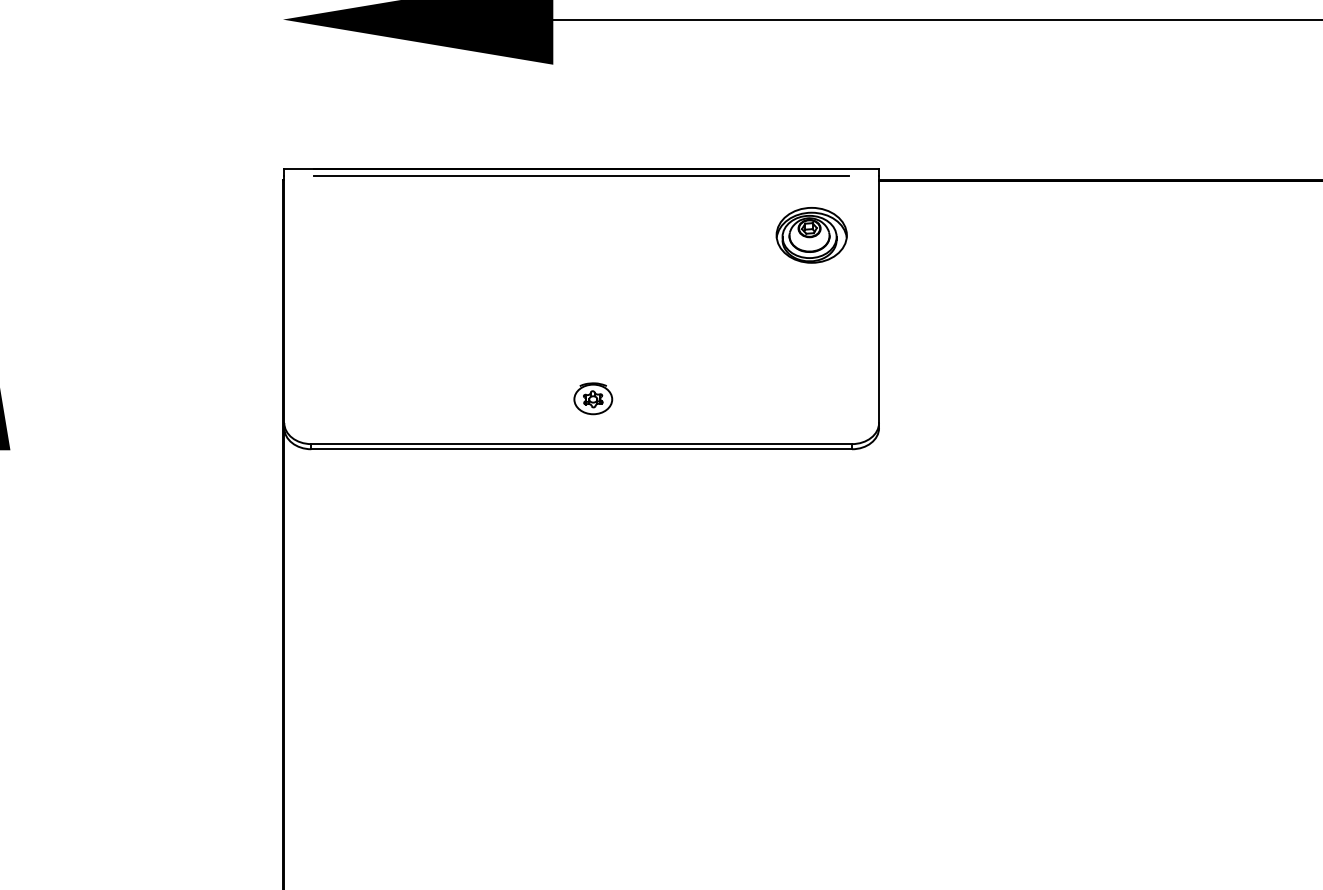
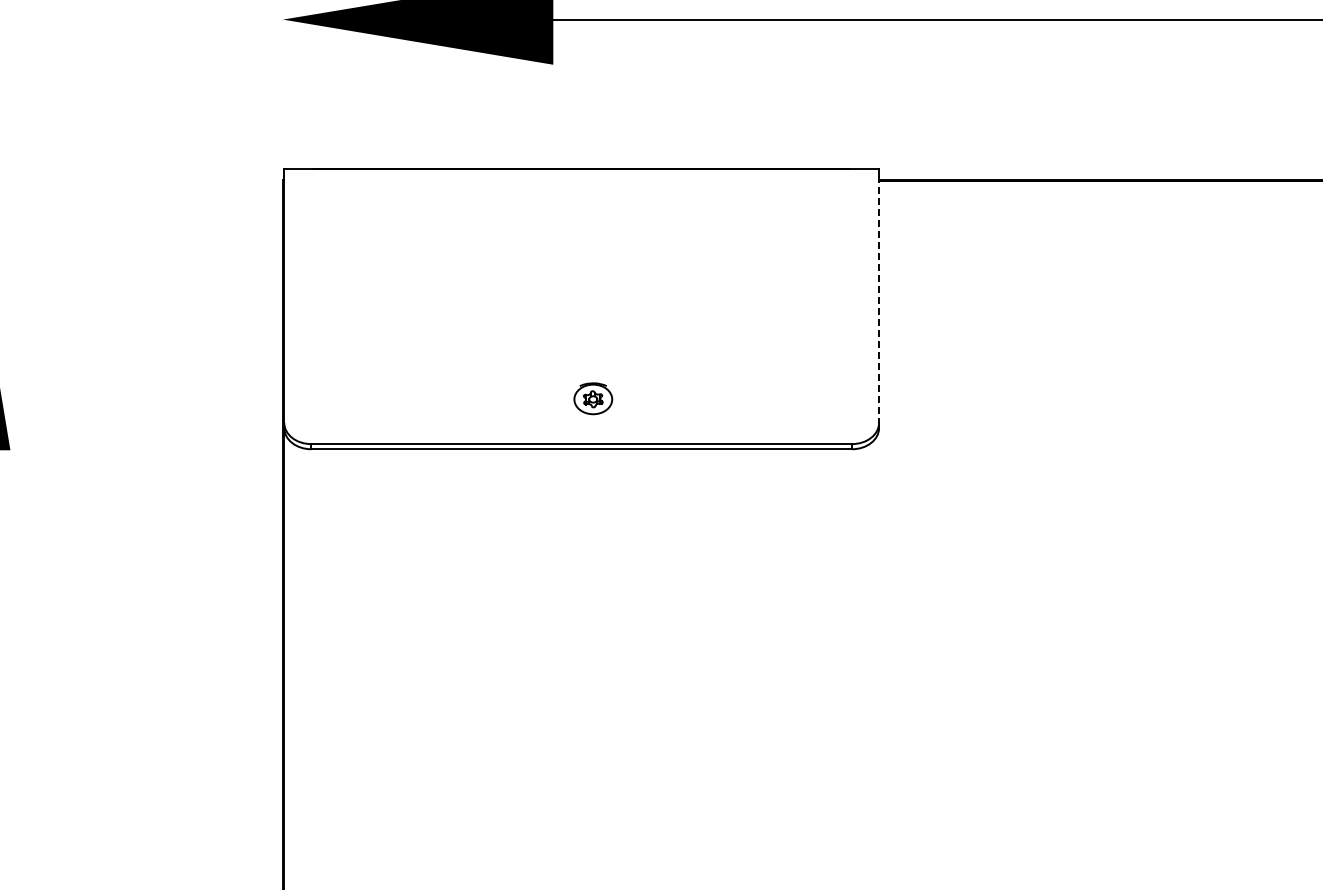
line at (581, 175): present -> none
part at (811, 235): present -> none
line at (879, 299): solid -> dashed
